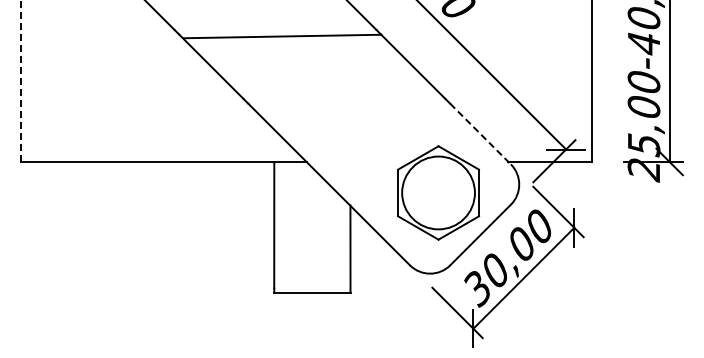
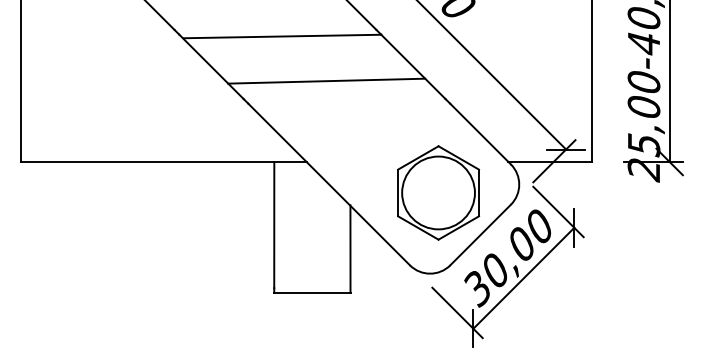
line at (326, 80): none -> present
line at (21, 81): dashed -> solid
line at (480, 134): dashed -> solid
